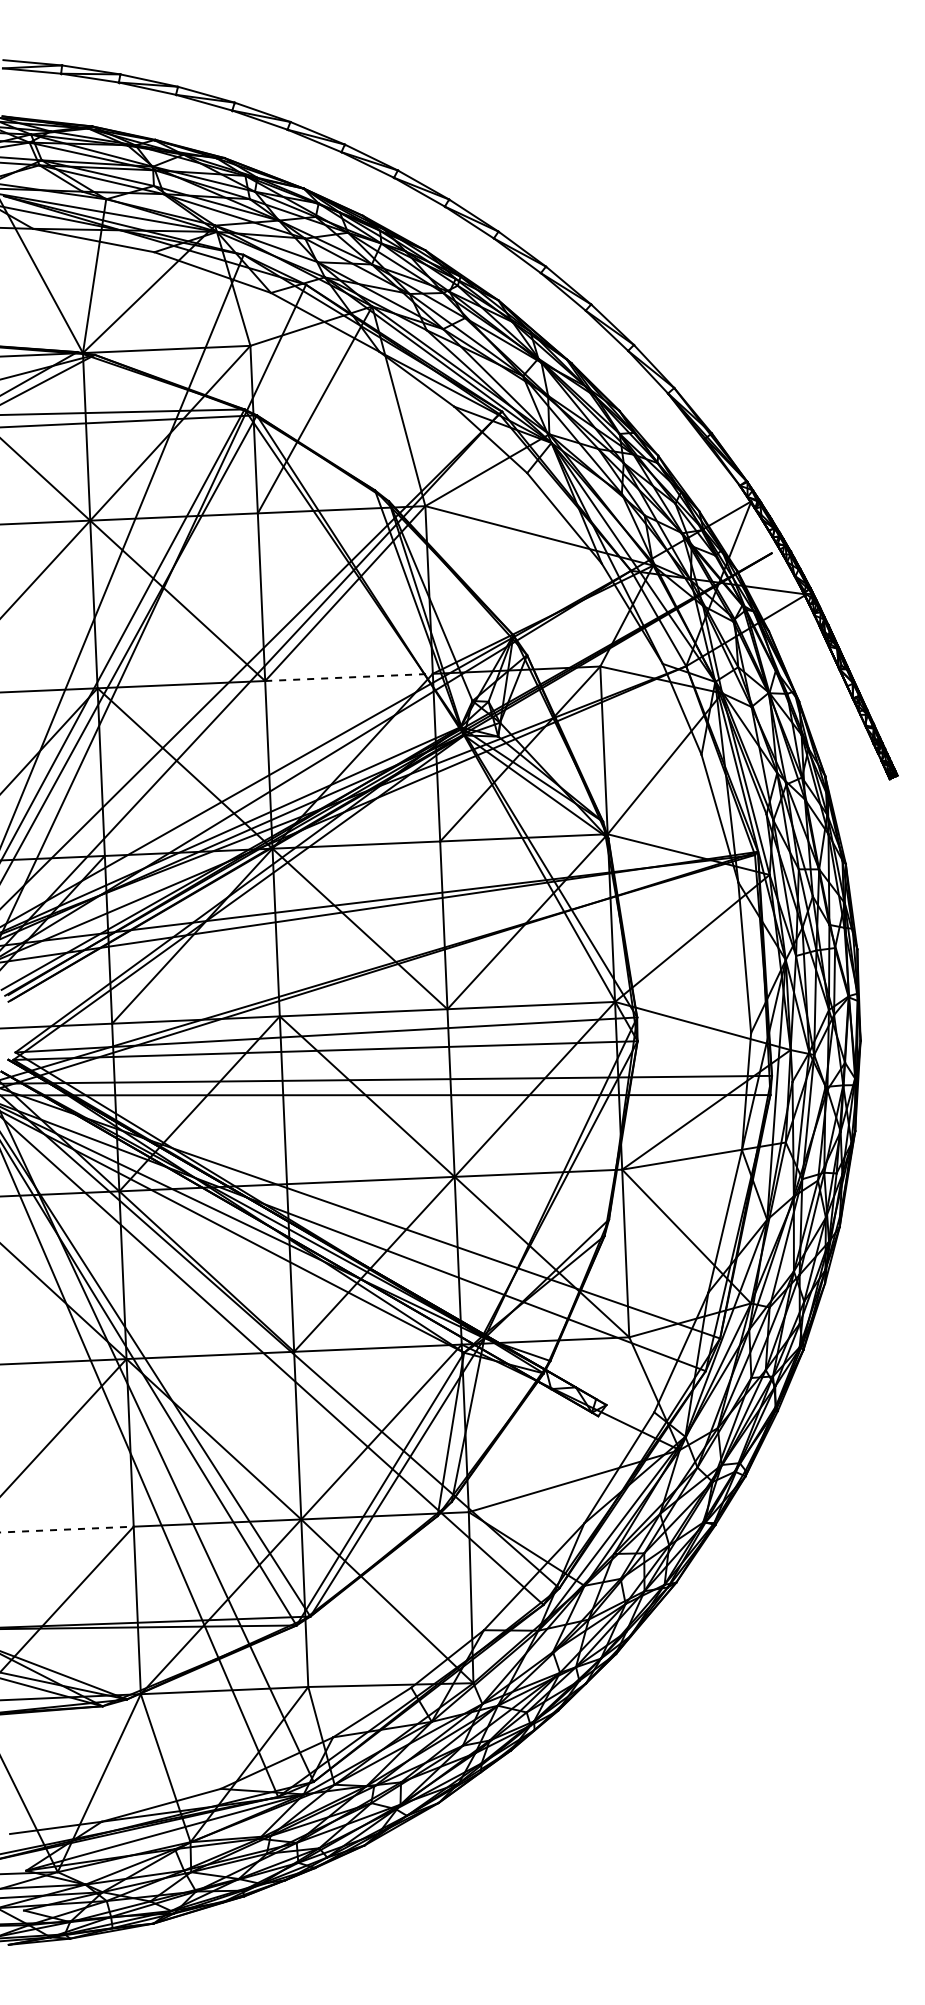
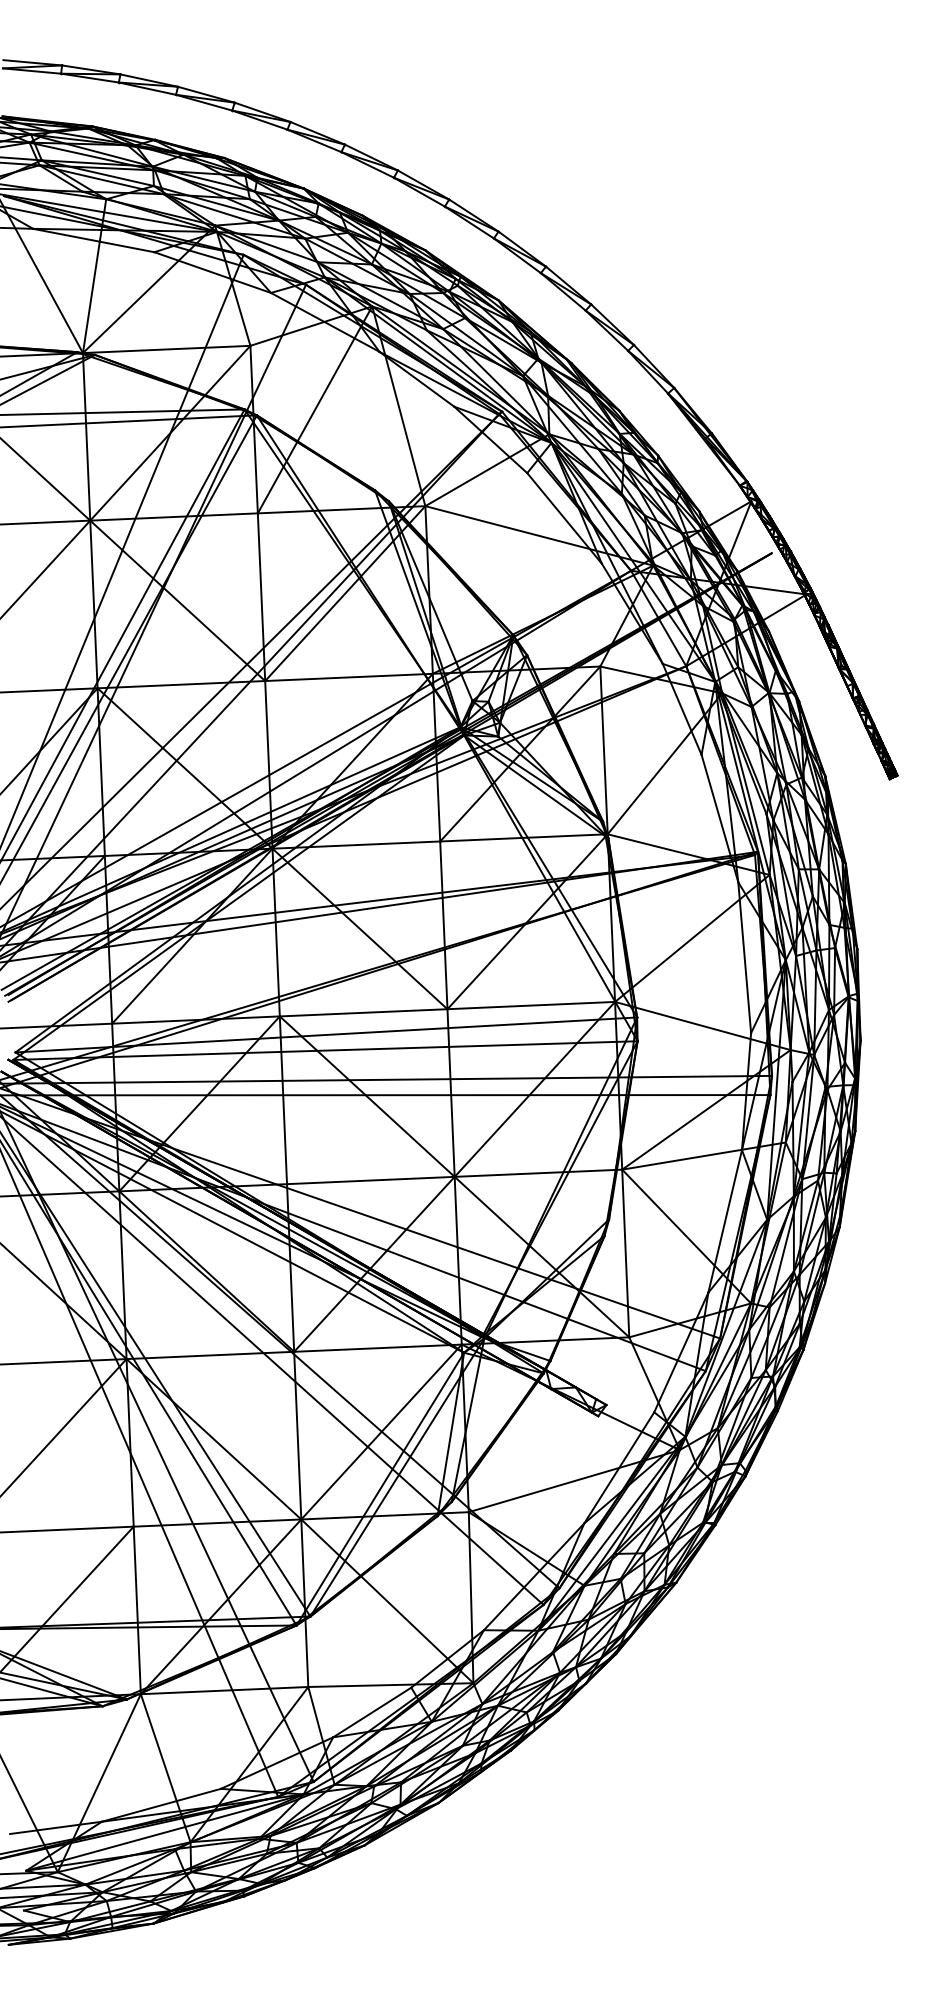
line at (349, 677): dashed -> solid
line at (66, 1529): dashed -> solid
